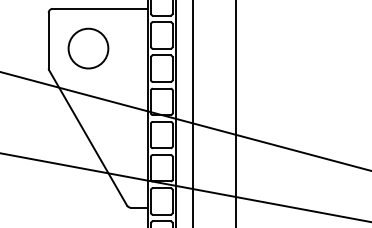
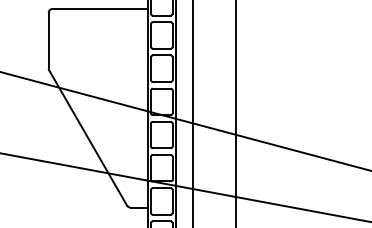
circle at (88, 48): present -> none
